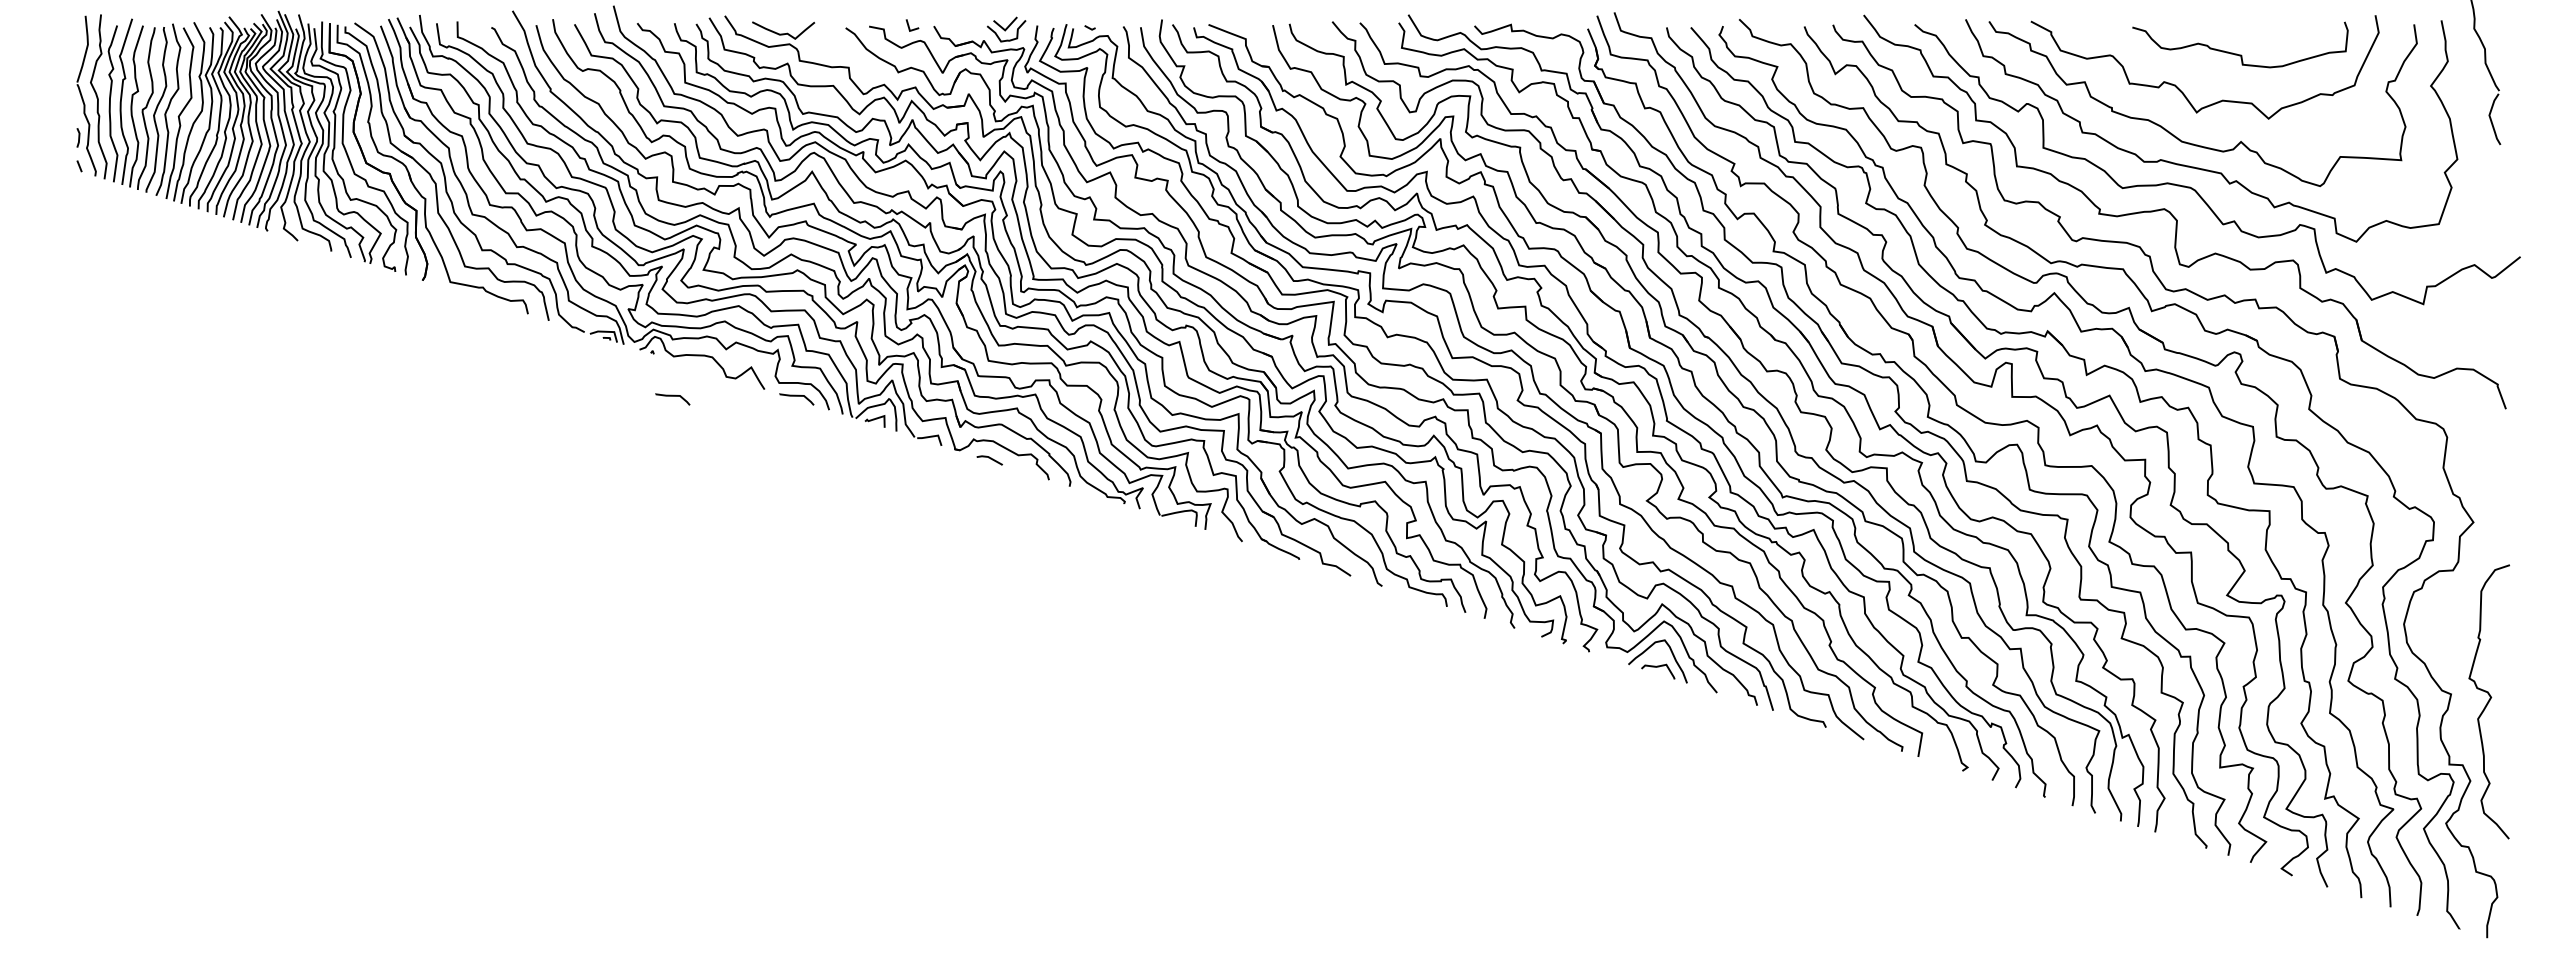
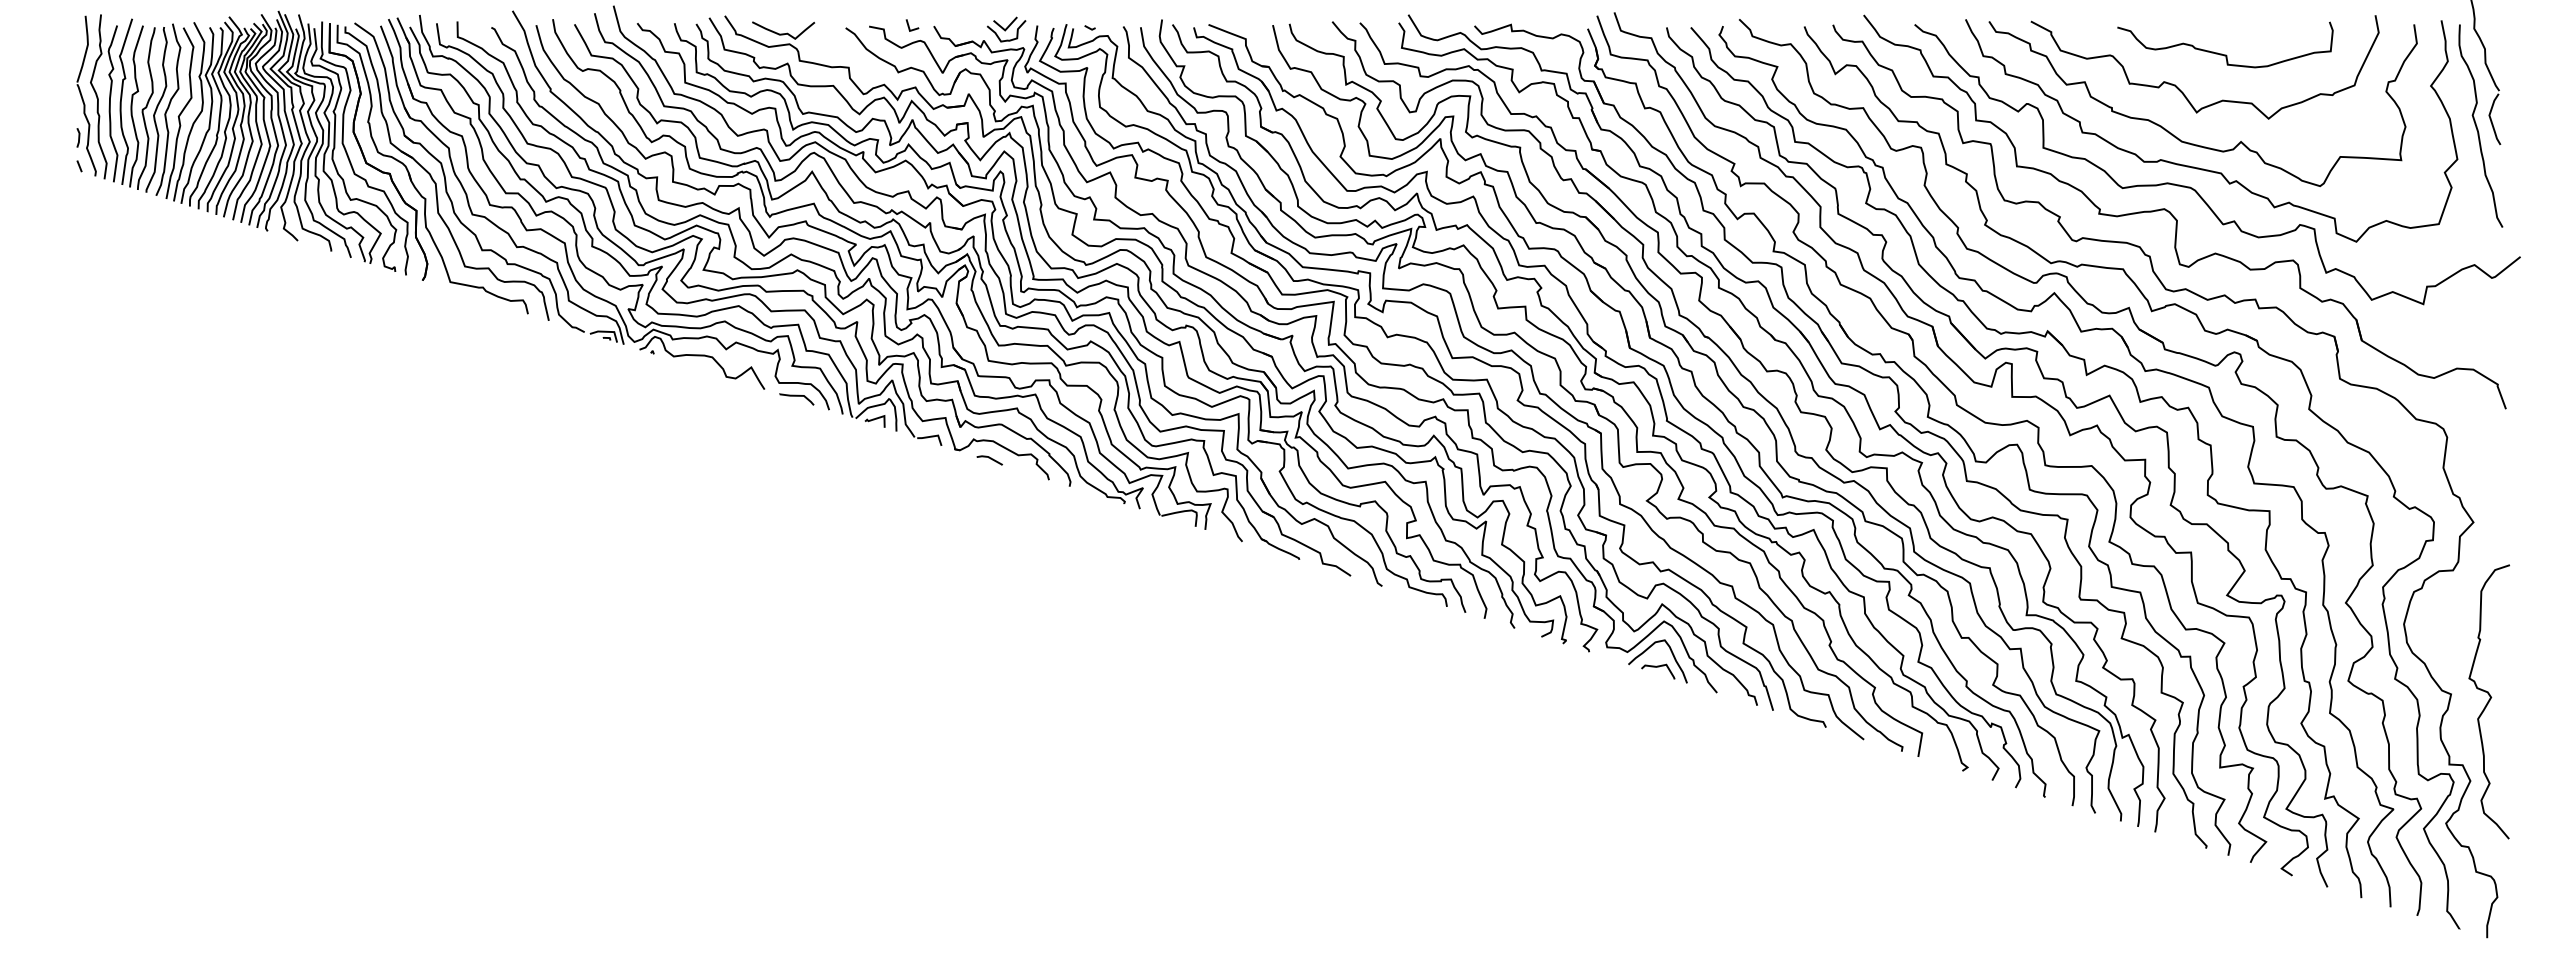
curve at (2237, 53) position: (2237, 53) -> (2222, 53)
curve at (2477, 126): none -> present
curve at (672, 396): present -> none
